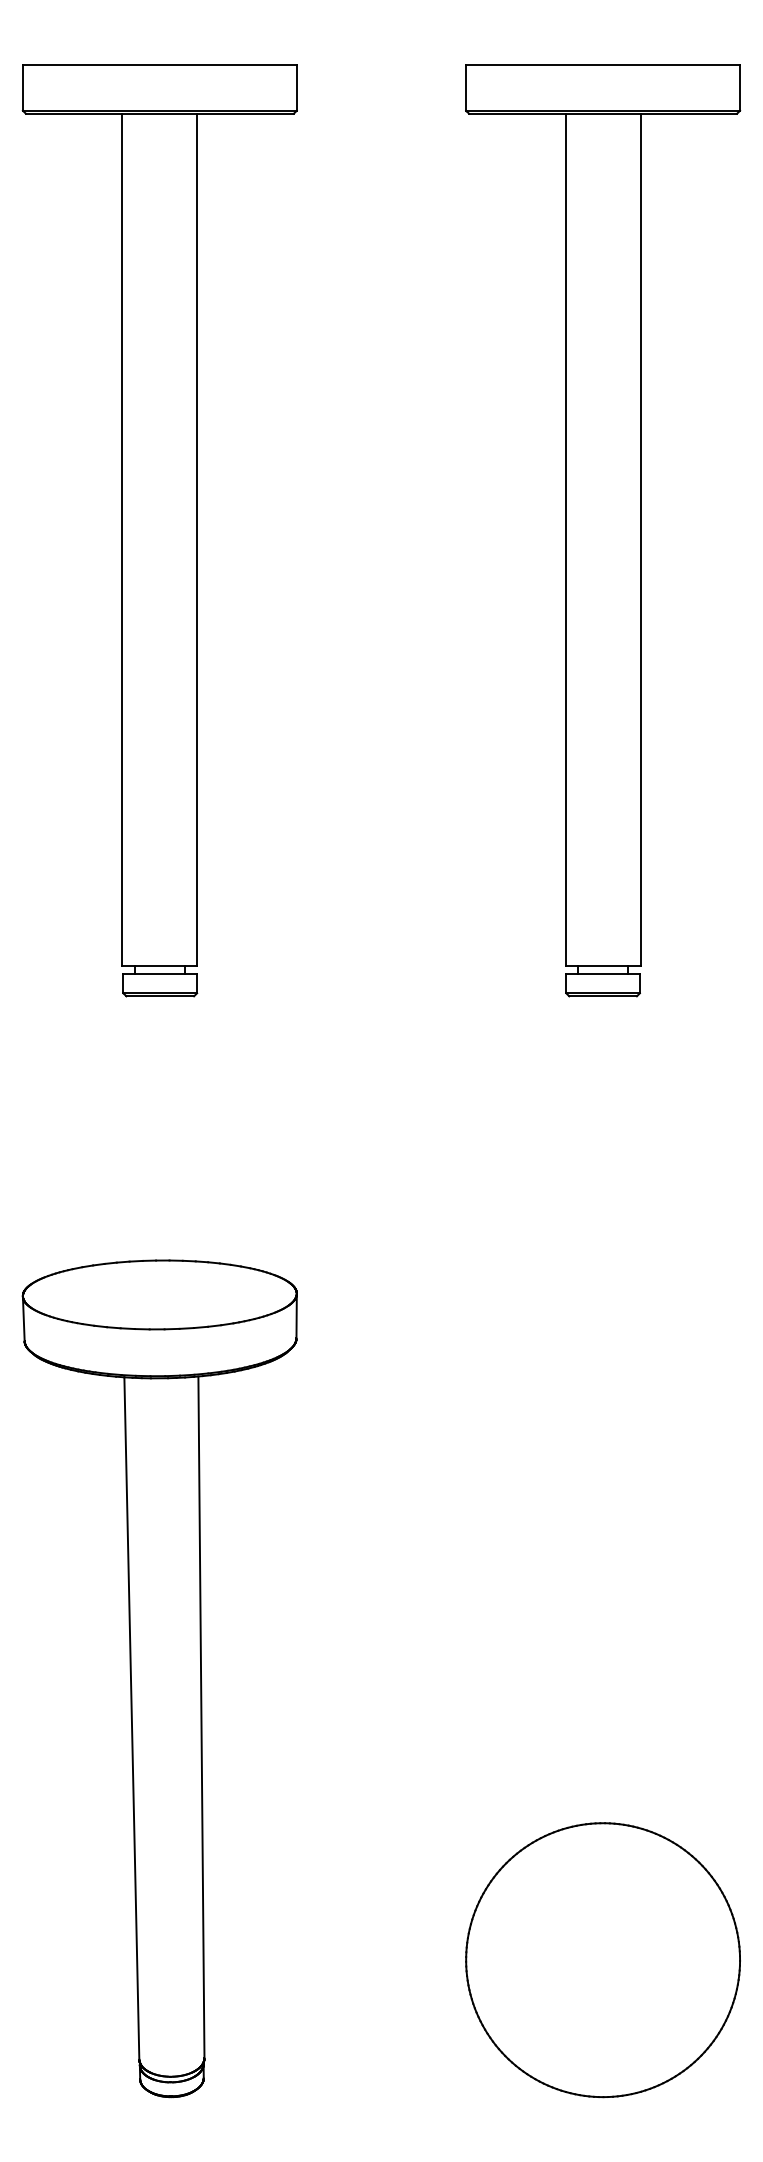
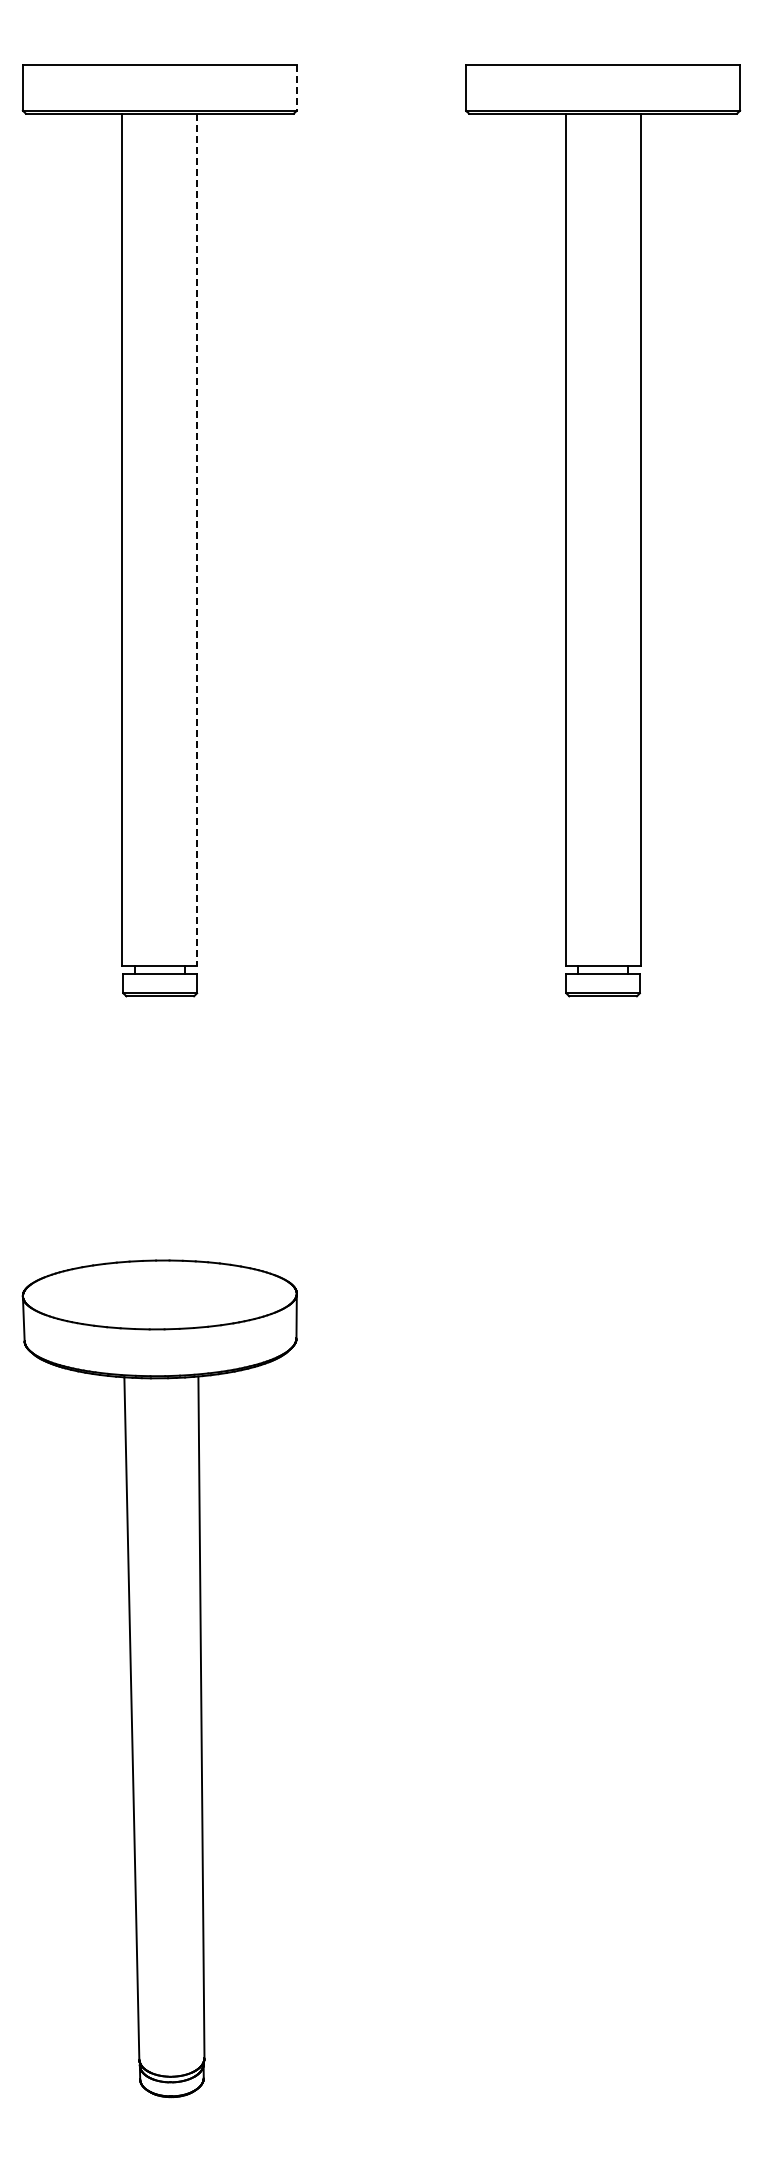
line at (296, 87): solid -> dashed
line at (197, 540): solid -> dashed
part at (602, 1960): present -> none
